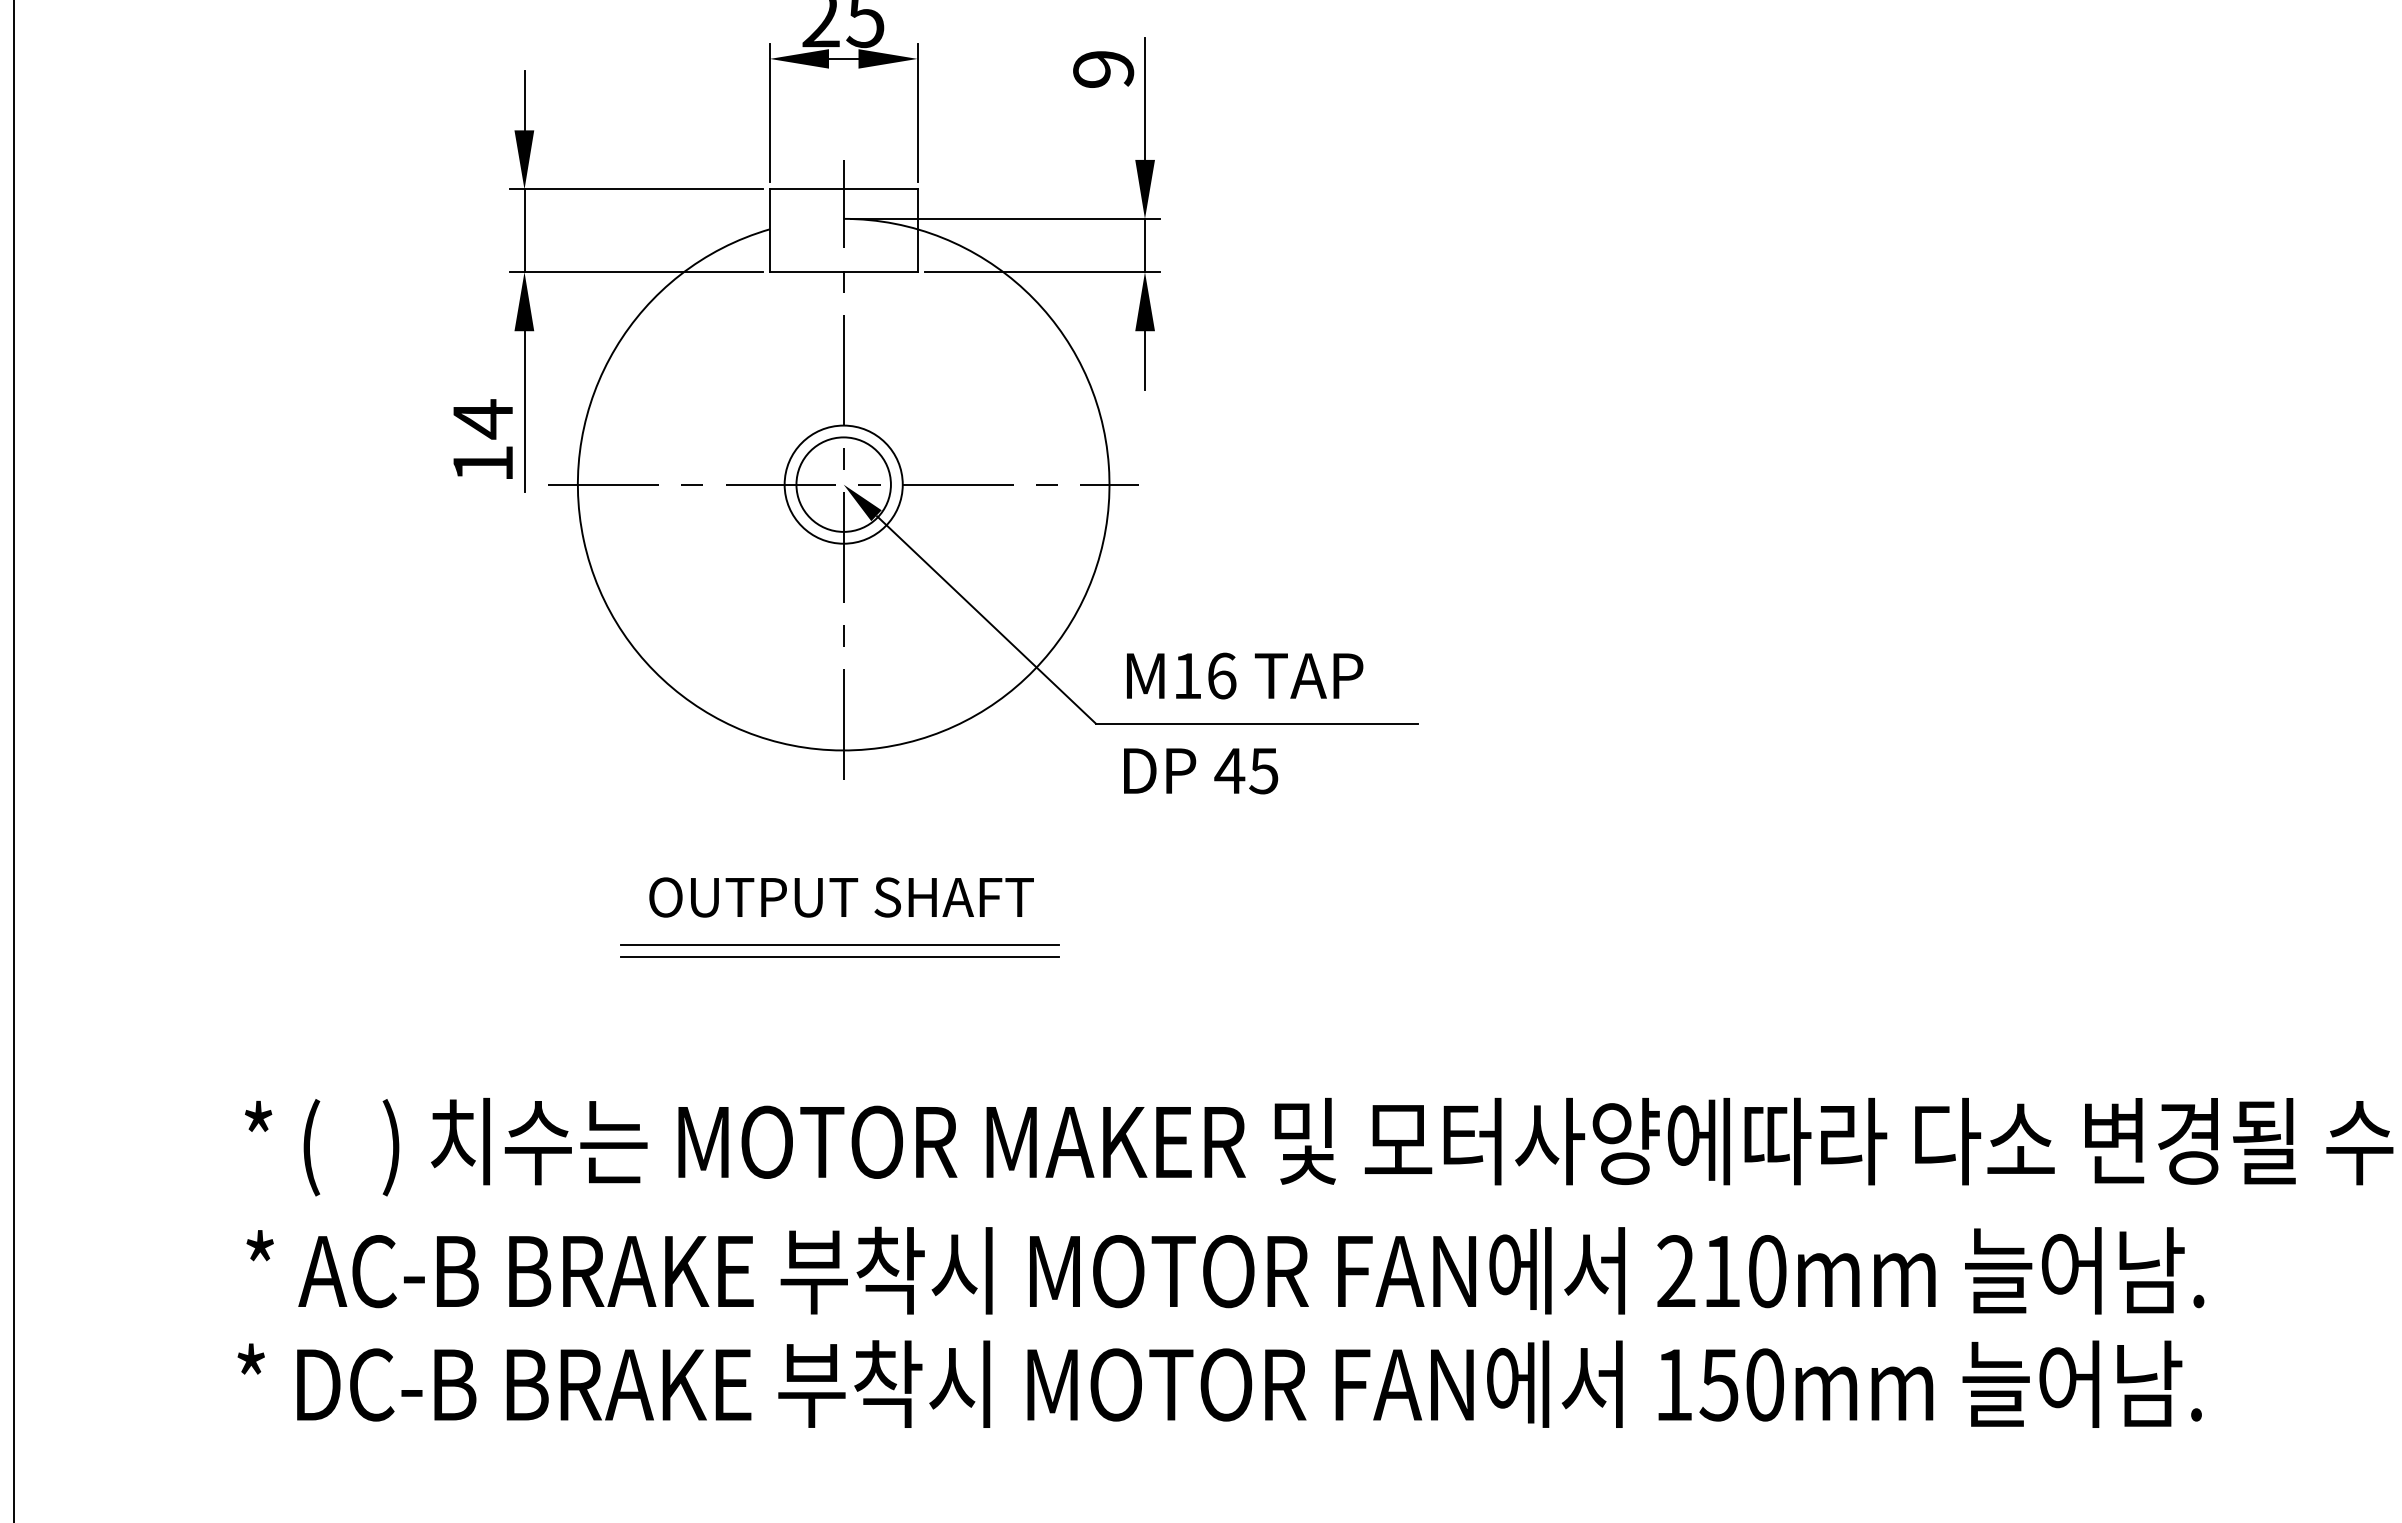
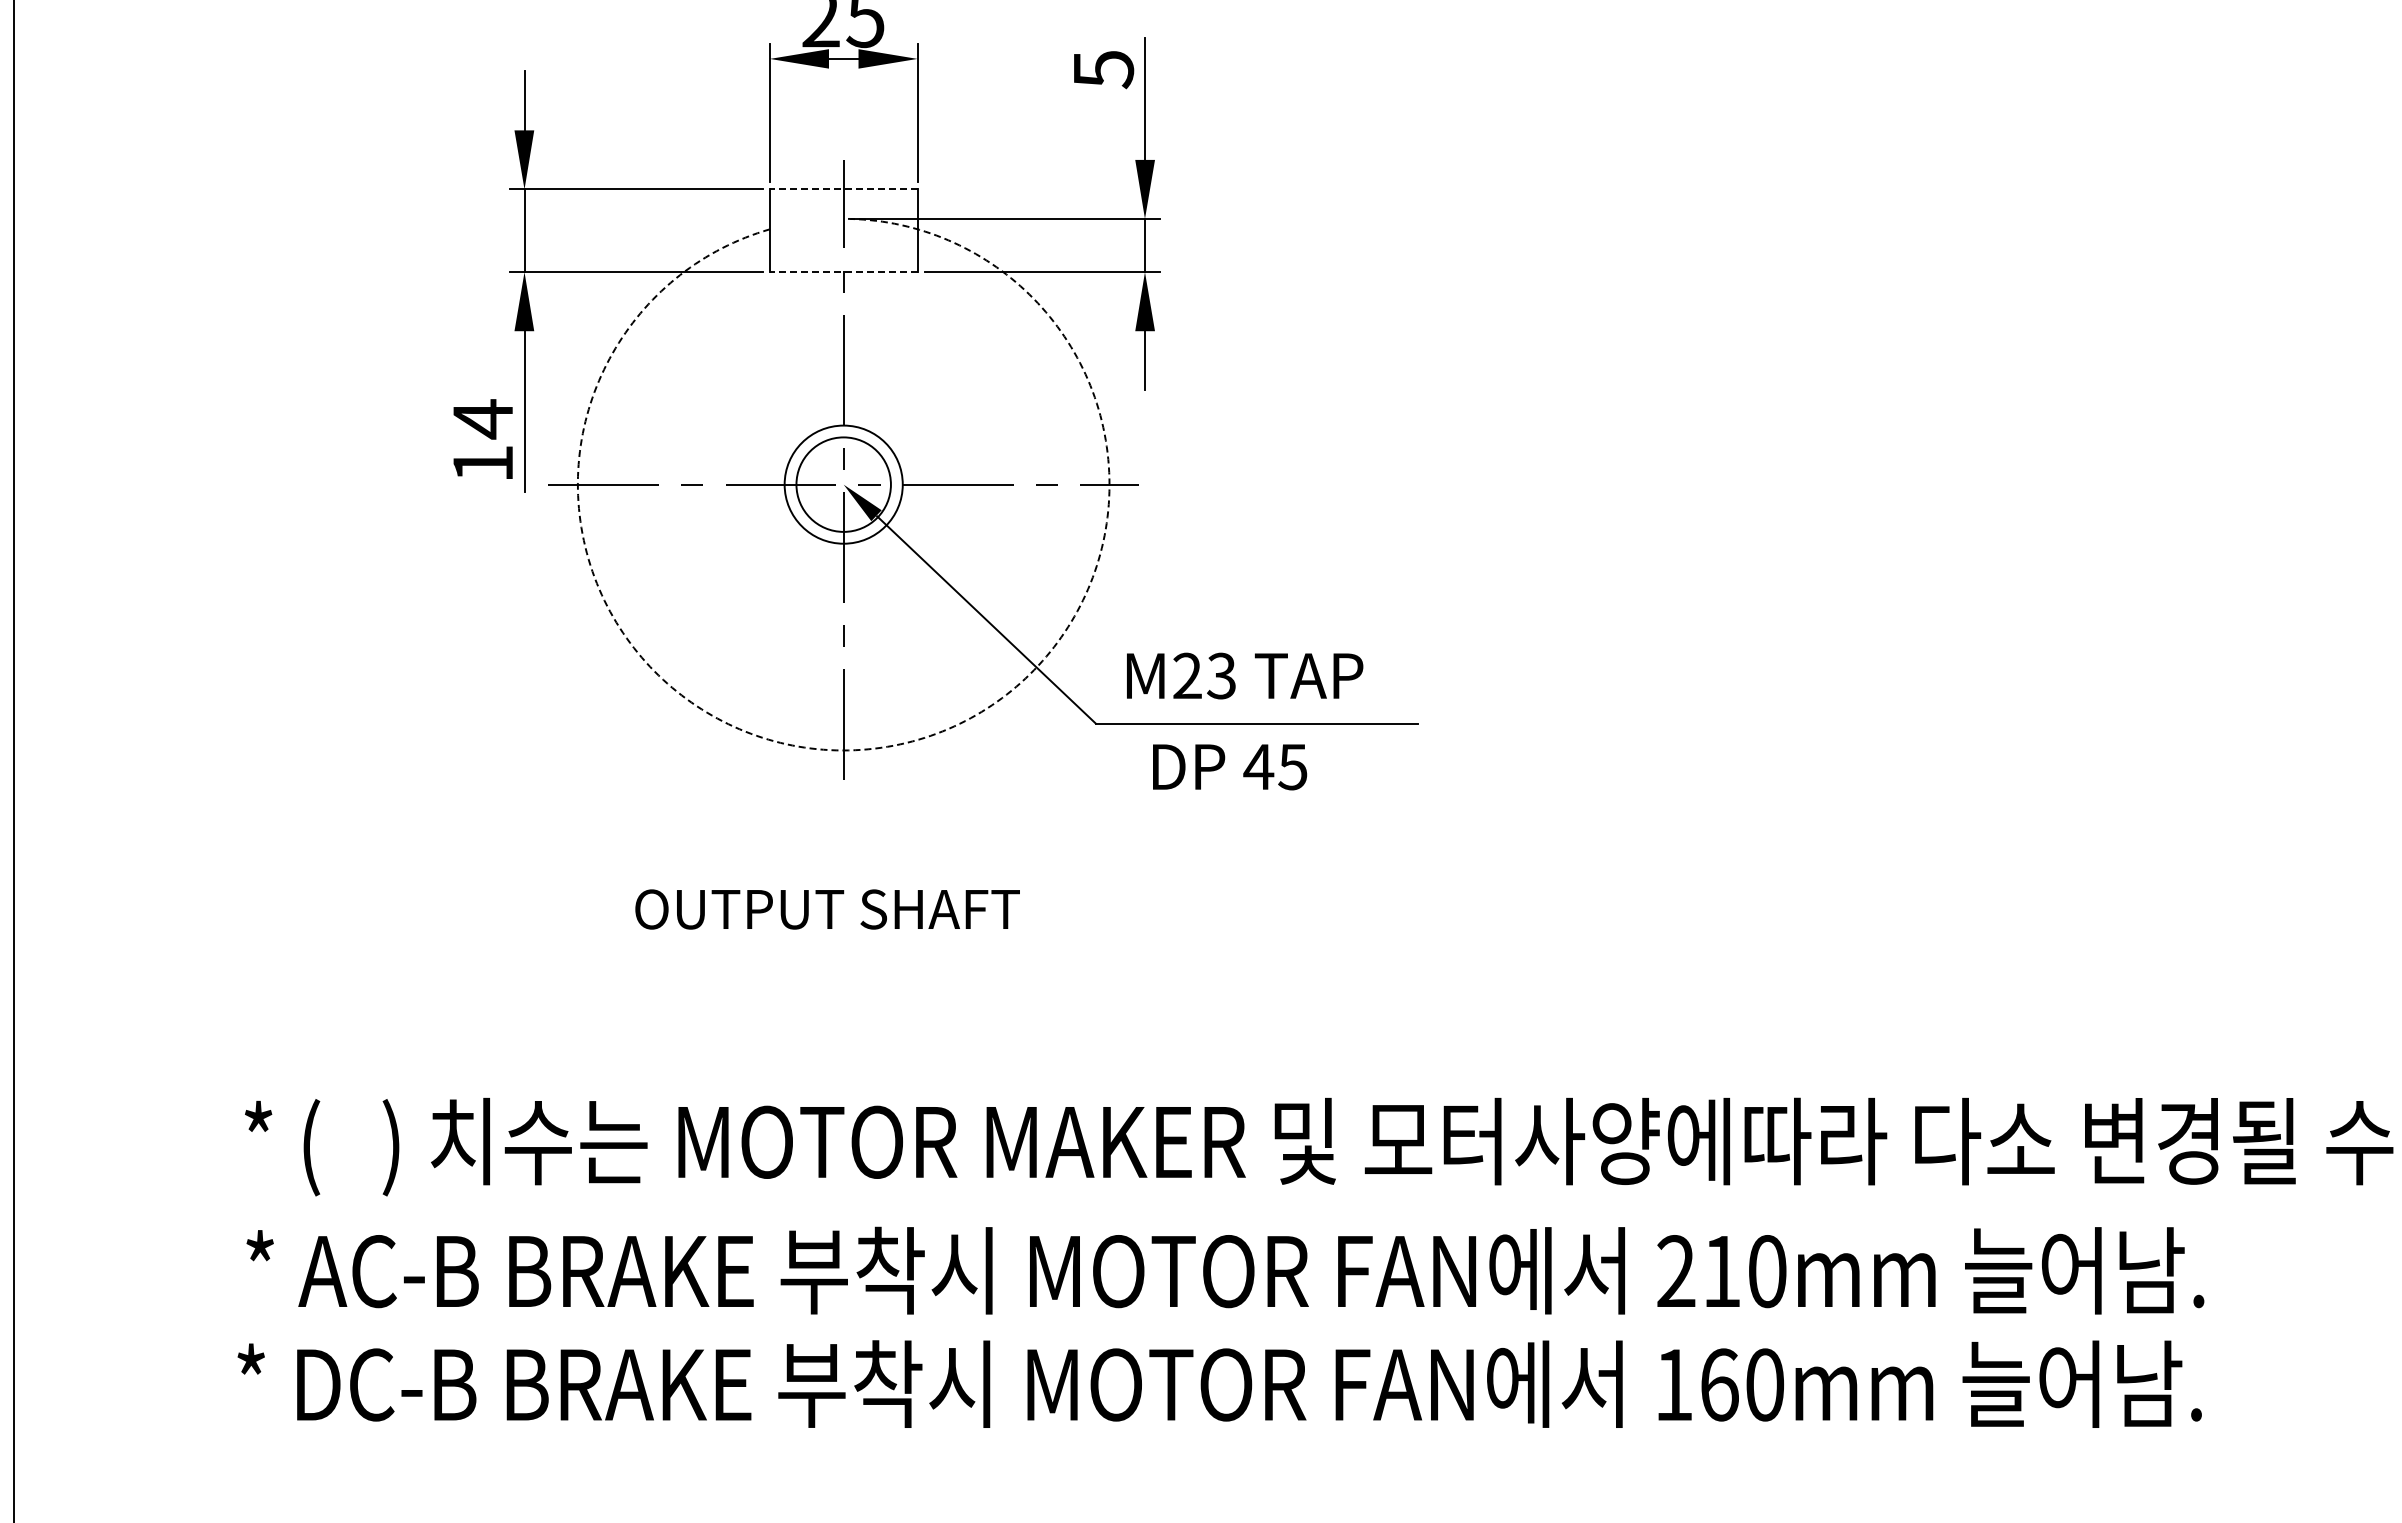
text at (1103, 70): 9 -> 5
line at (843, 189): solid -> dashed
line at (843, 272): solid -> dashed
text at (1204, 675): M16 -> M23
arc at (881, 747): solid -> dashed
text at (1201, 771) position: (1201, 771) -> (1230, 767)
text at (841, 897) position: (841, 897) -> (827, 909)
line at (839, 945): present -> none
line at (839, 956): present -> none
text at (1718, 1384): 150mm -> 160mm
